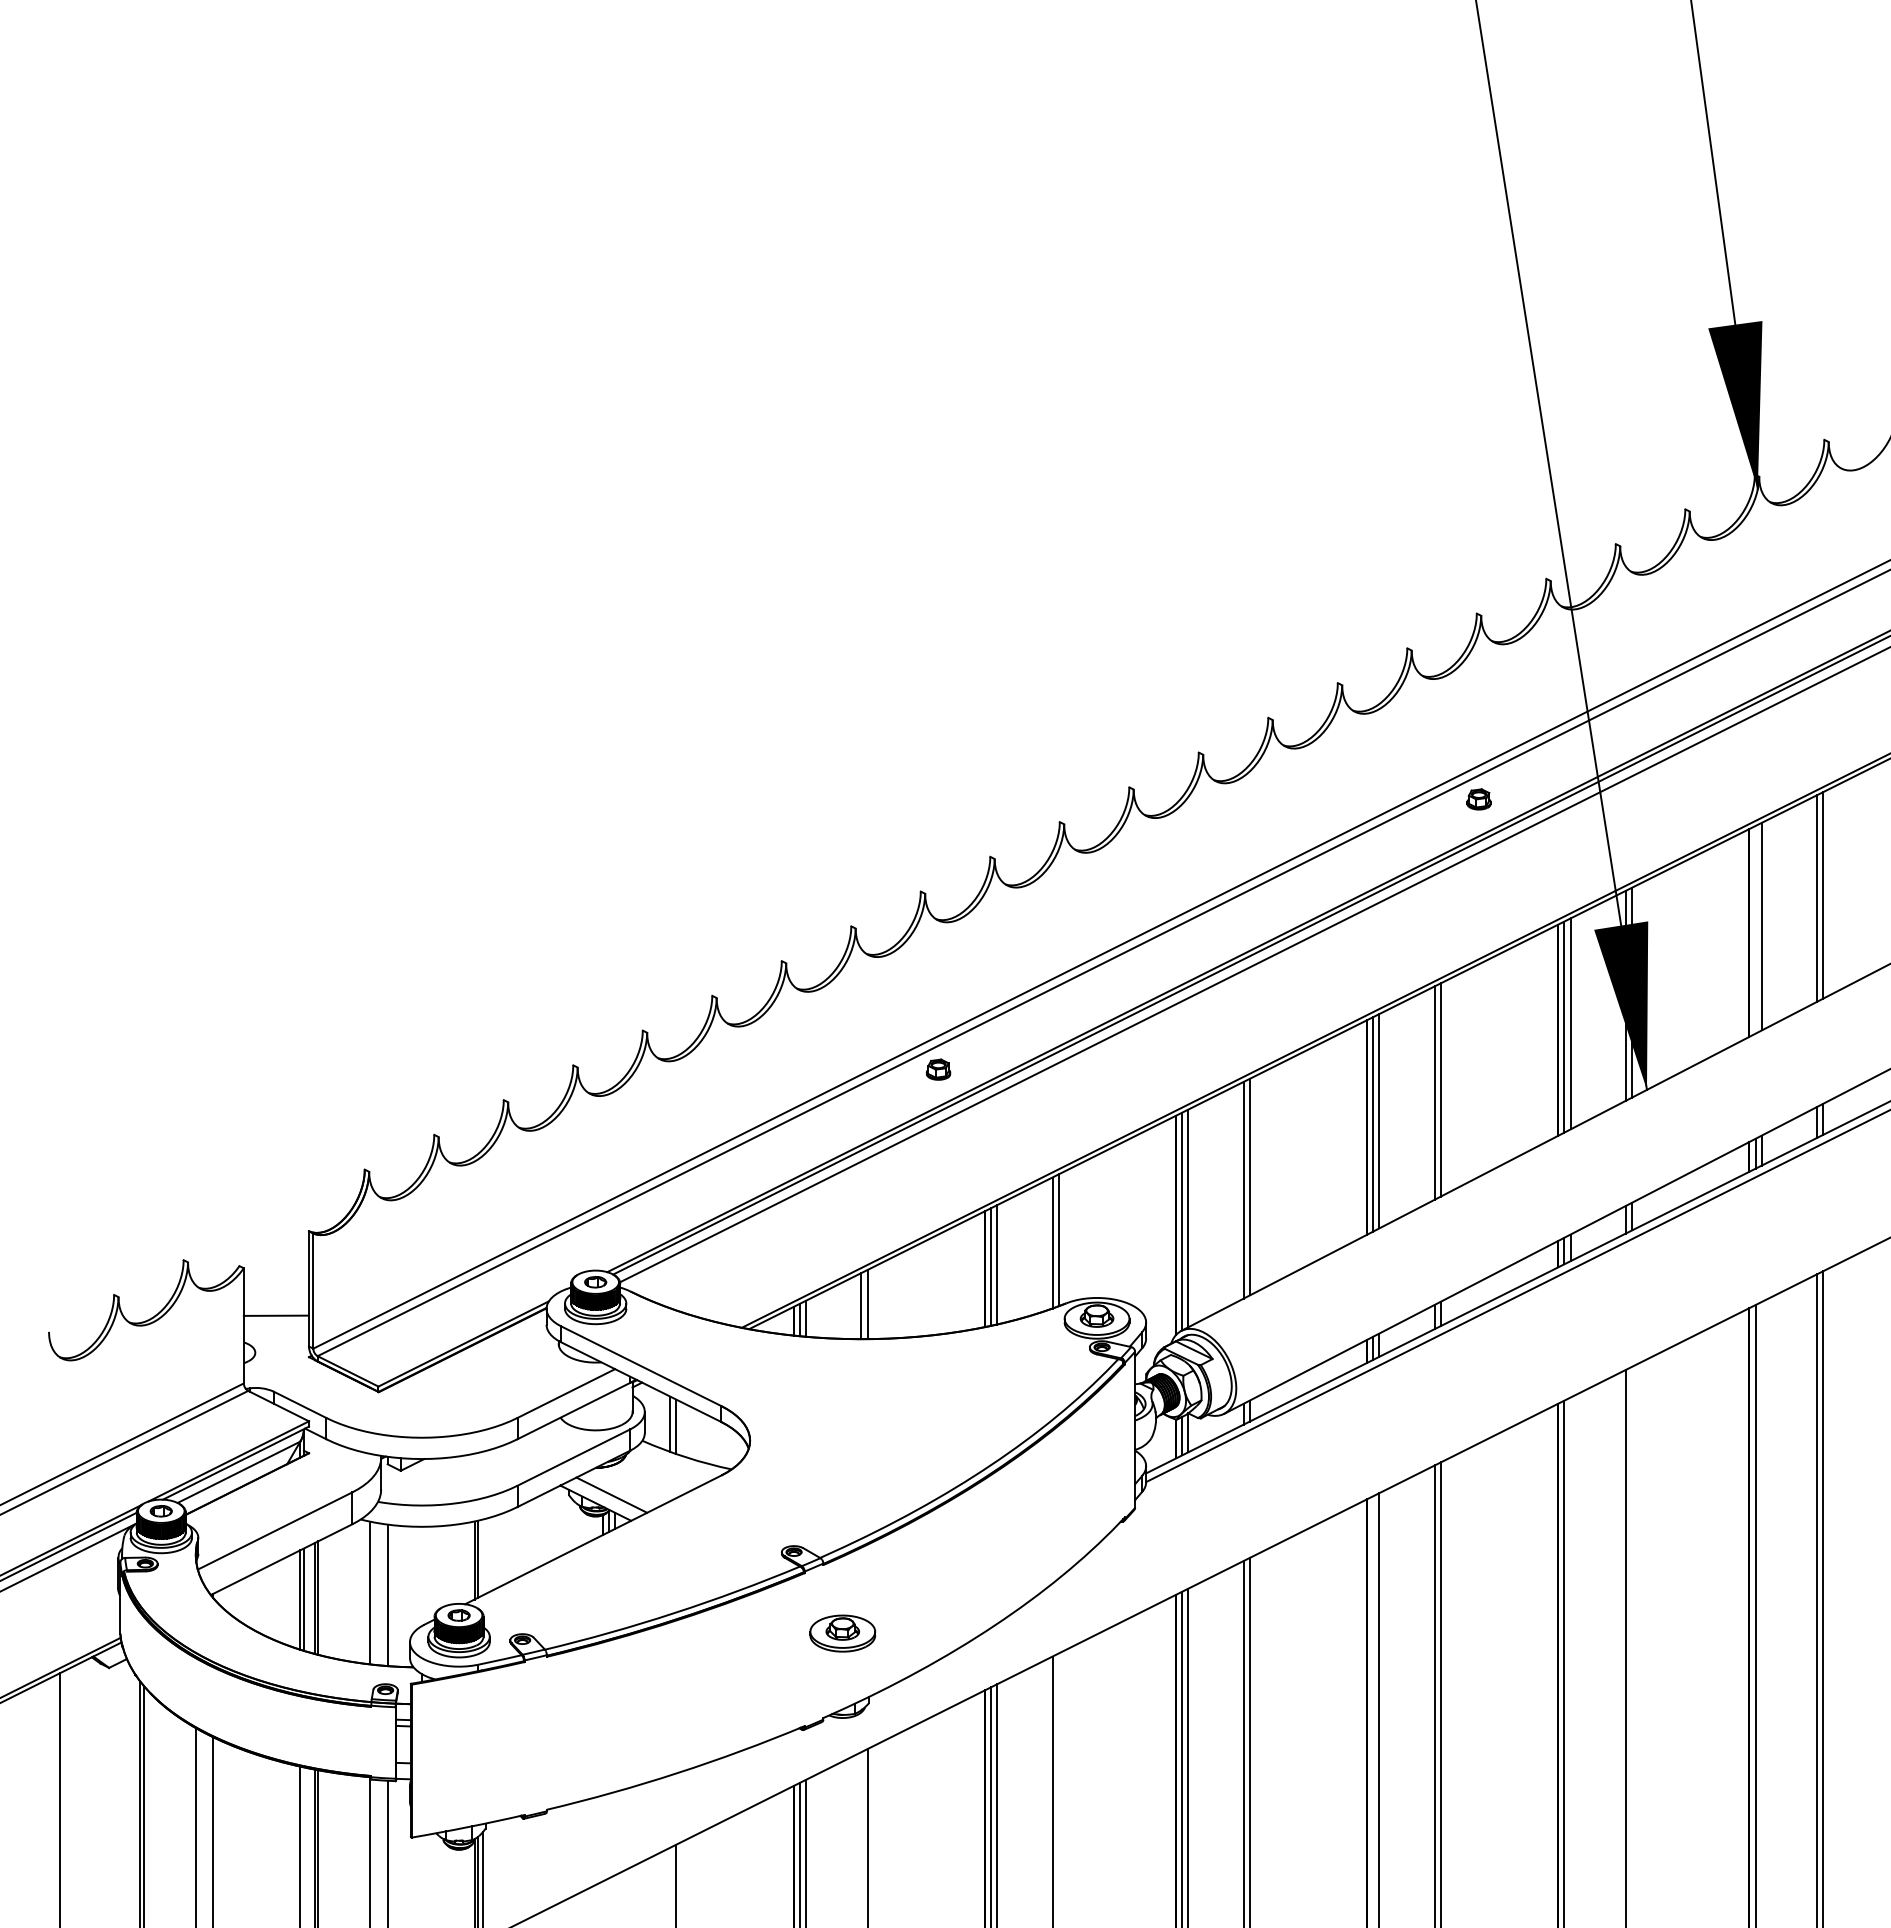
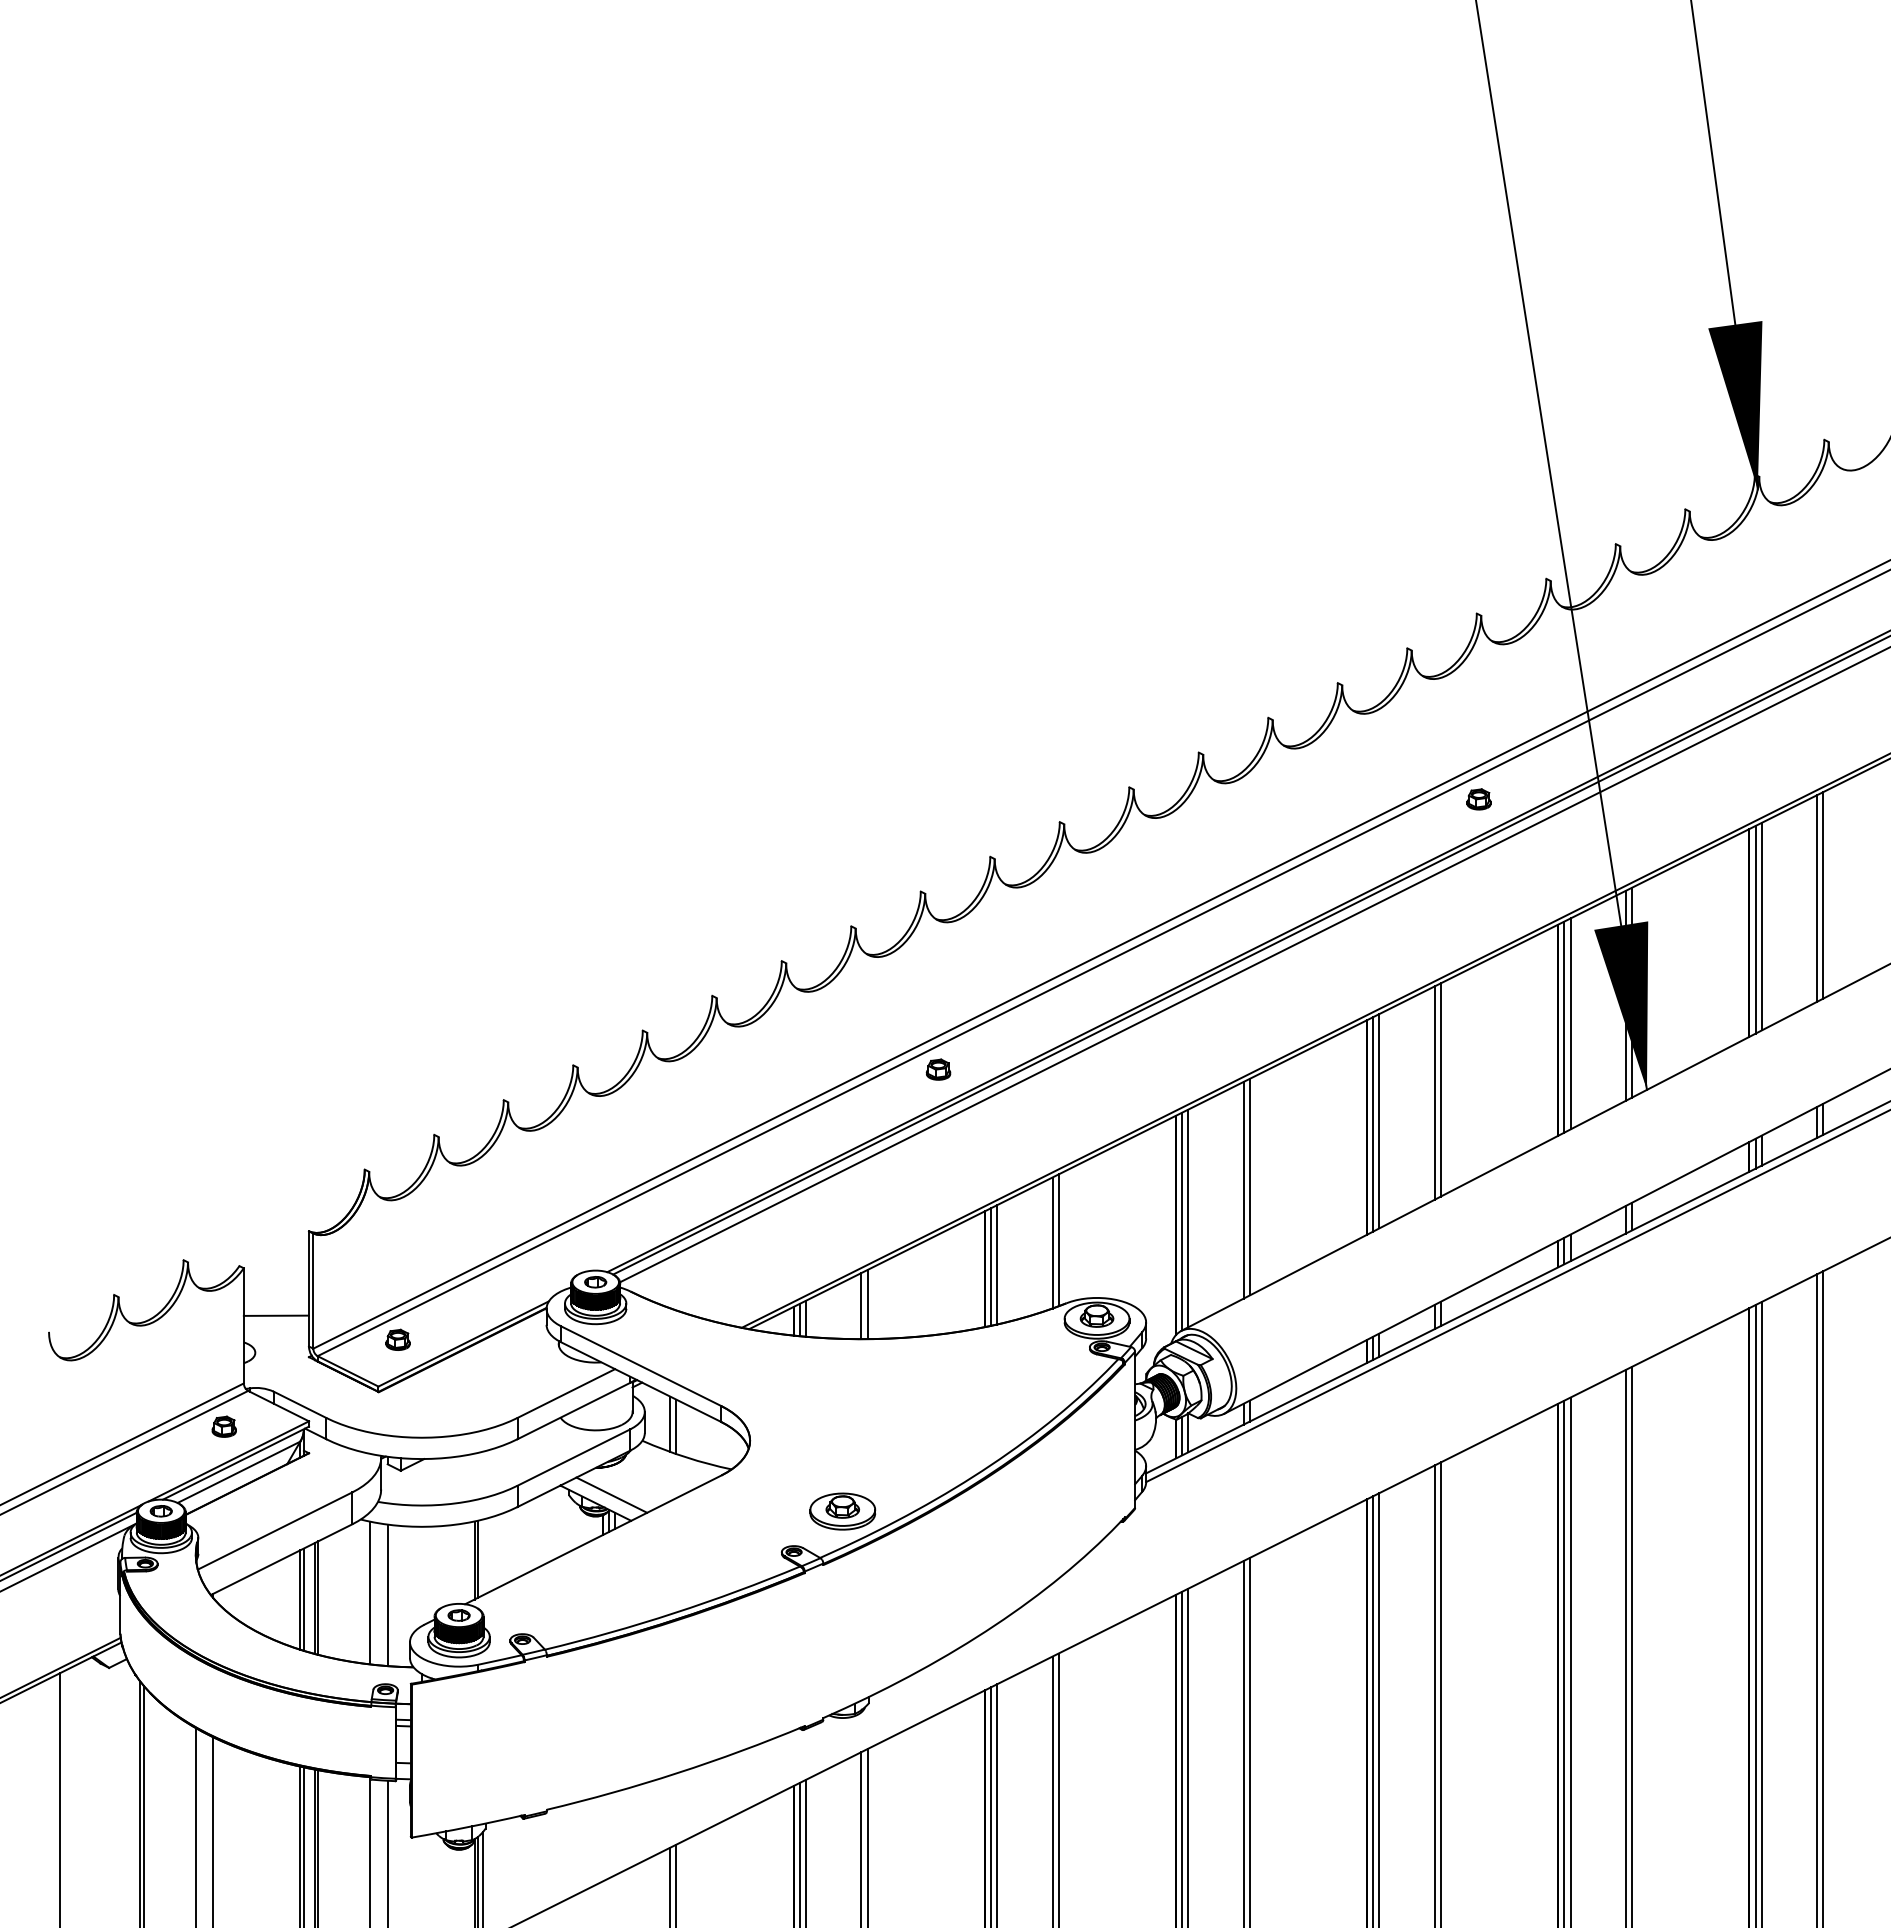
line at (1755, 929): none -> present
part at (397, 1339): none -> present
part at (223, 1426): none -> present
line at (1761, 1612): none -> present
part at (842, 1633) position: (842, 1633) -> (842, 1511)
line at (1632, 1645): none -> present
line at (1570, 1660): none -> present
line at (1373, 1710): none -> present
line at (1058, 1788): none -> present
line at (861, 1838): none -> present
line at (303, 1845): none -> present
line at (670, 1885): none -> present
